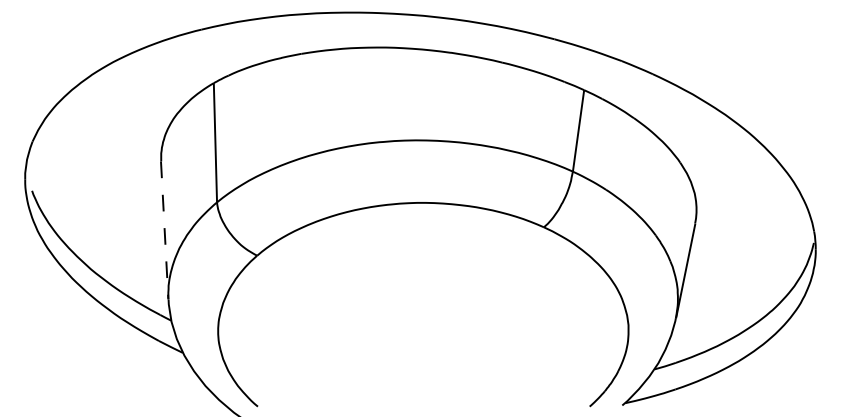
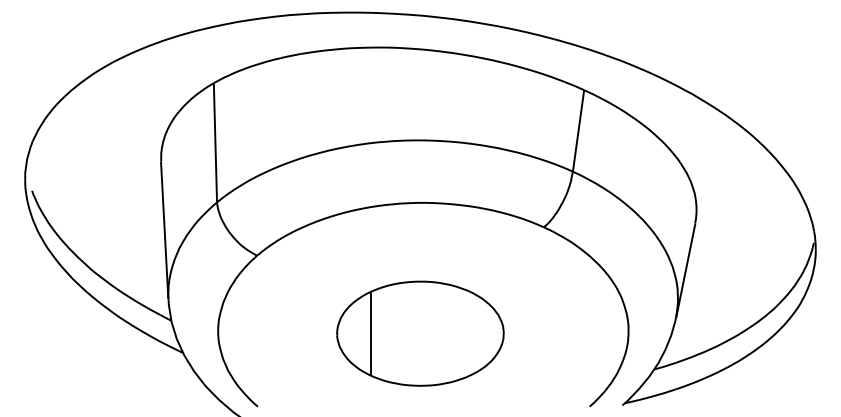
line at (164, 230): dashed -> solid
part at (420, 333): none -> present
